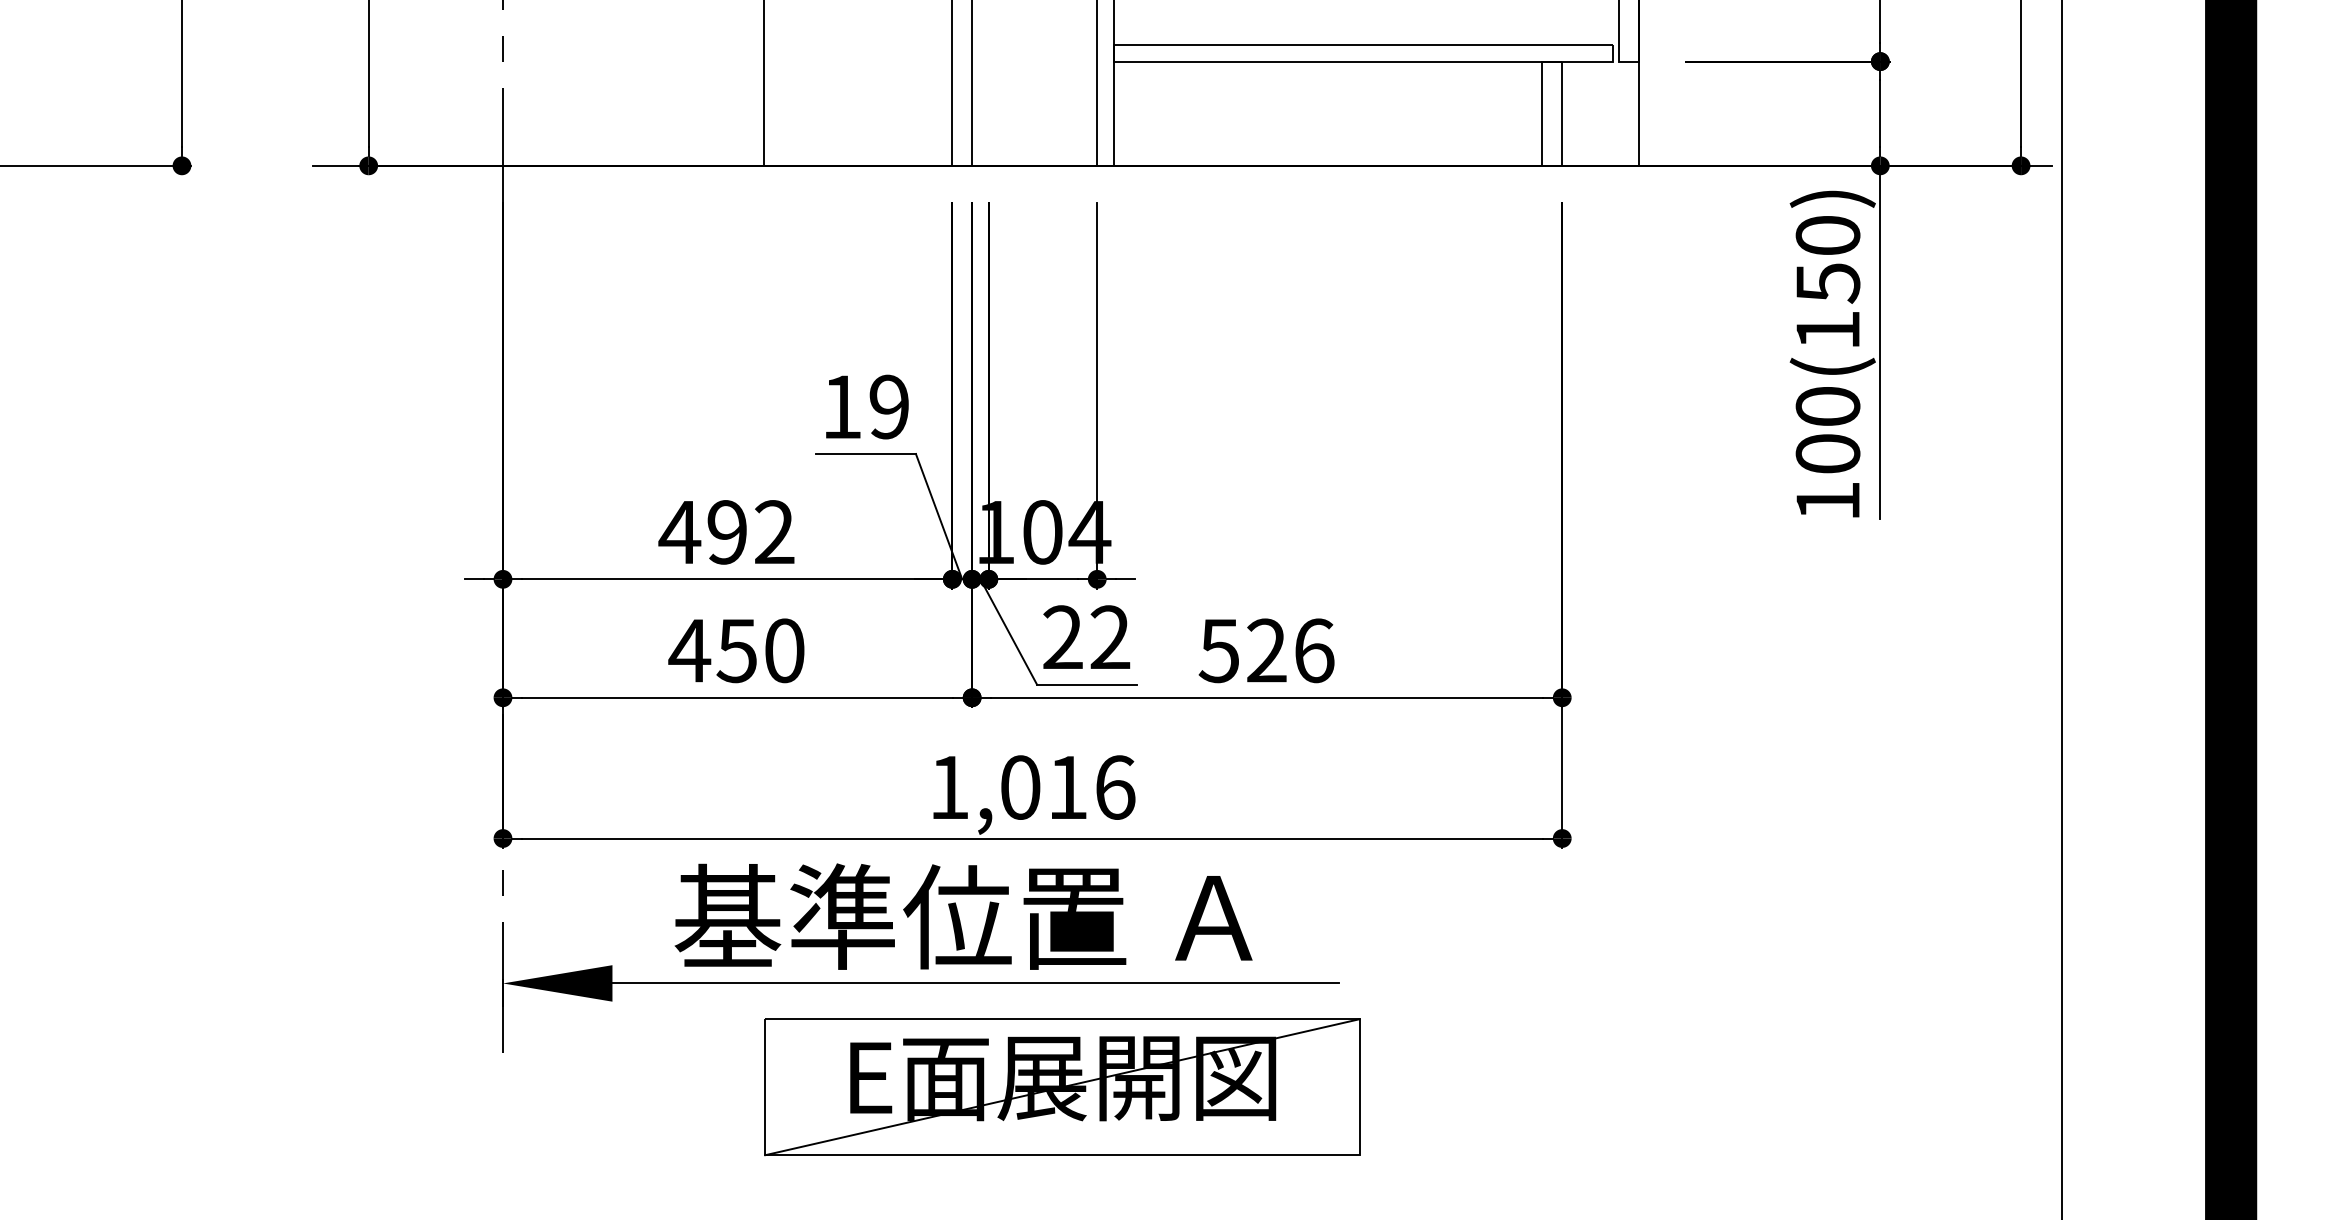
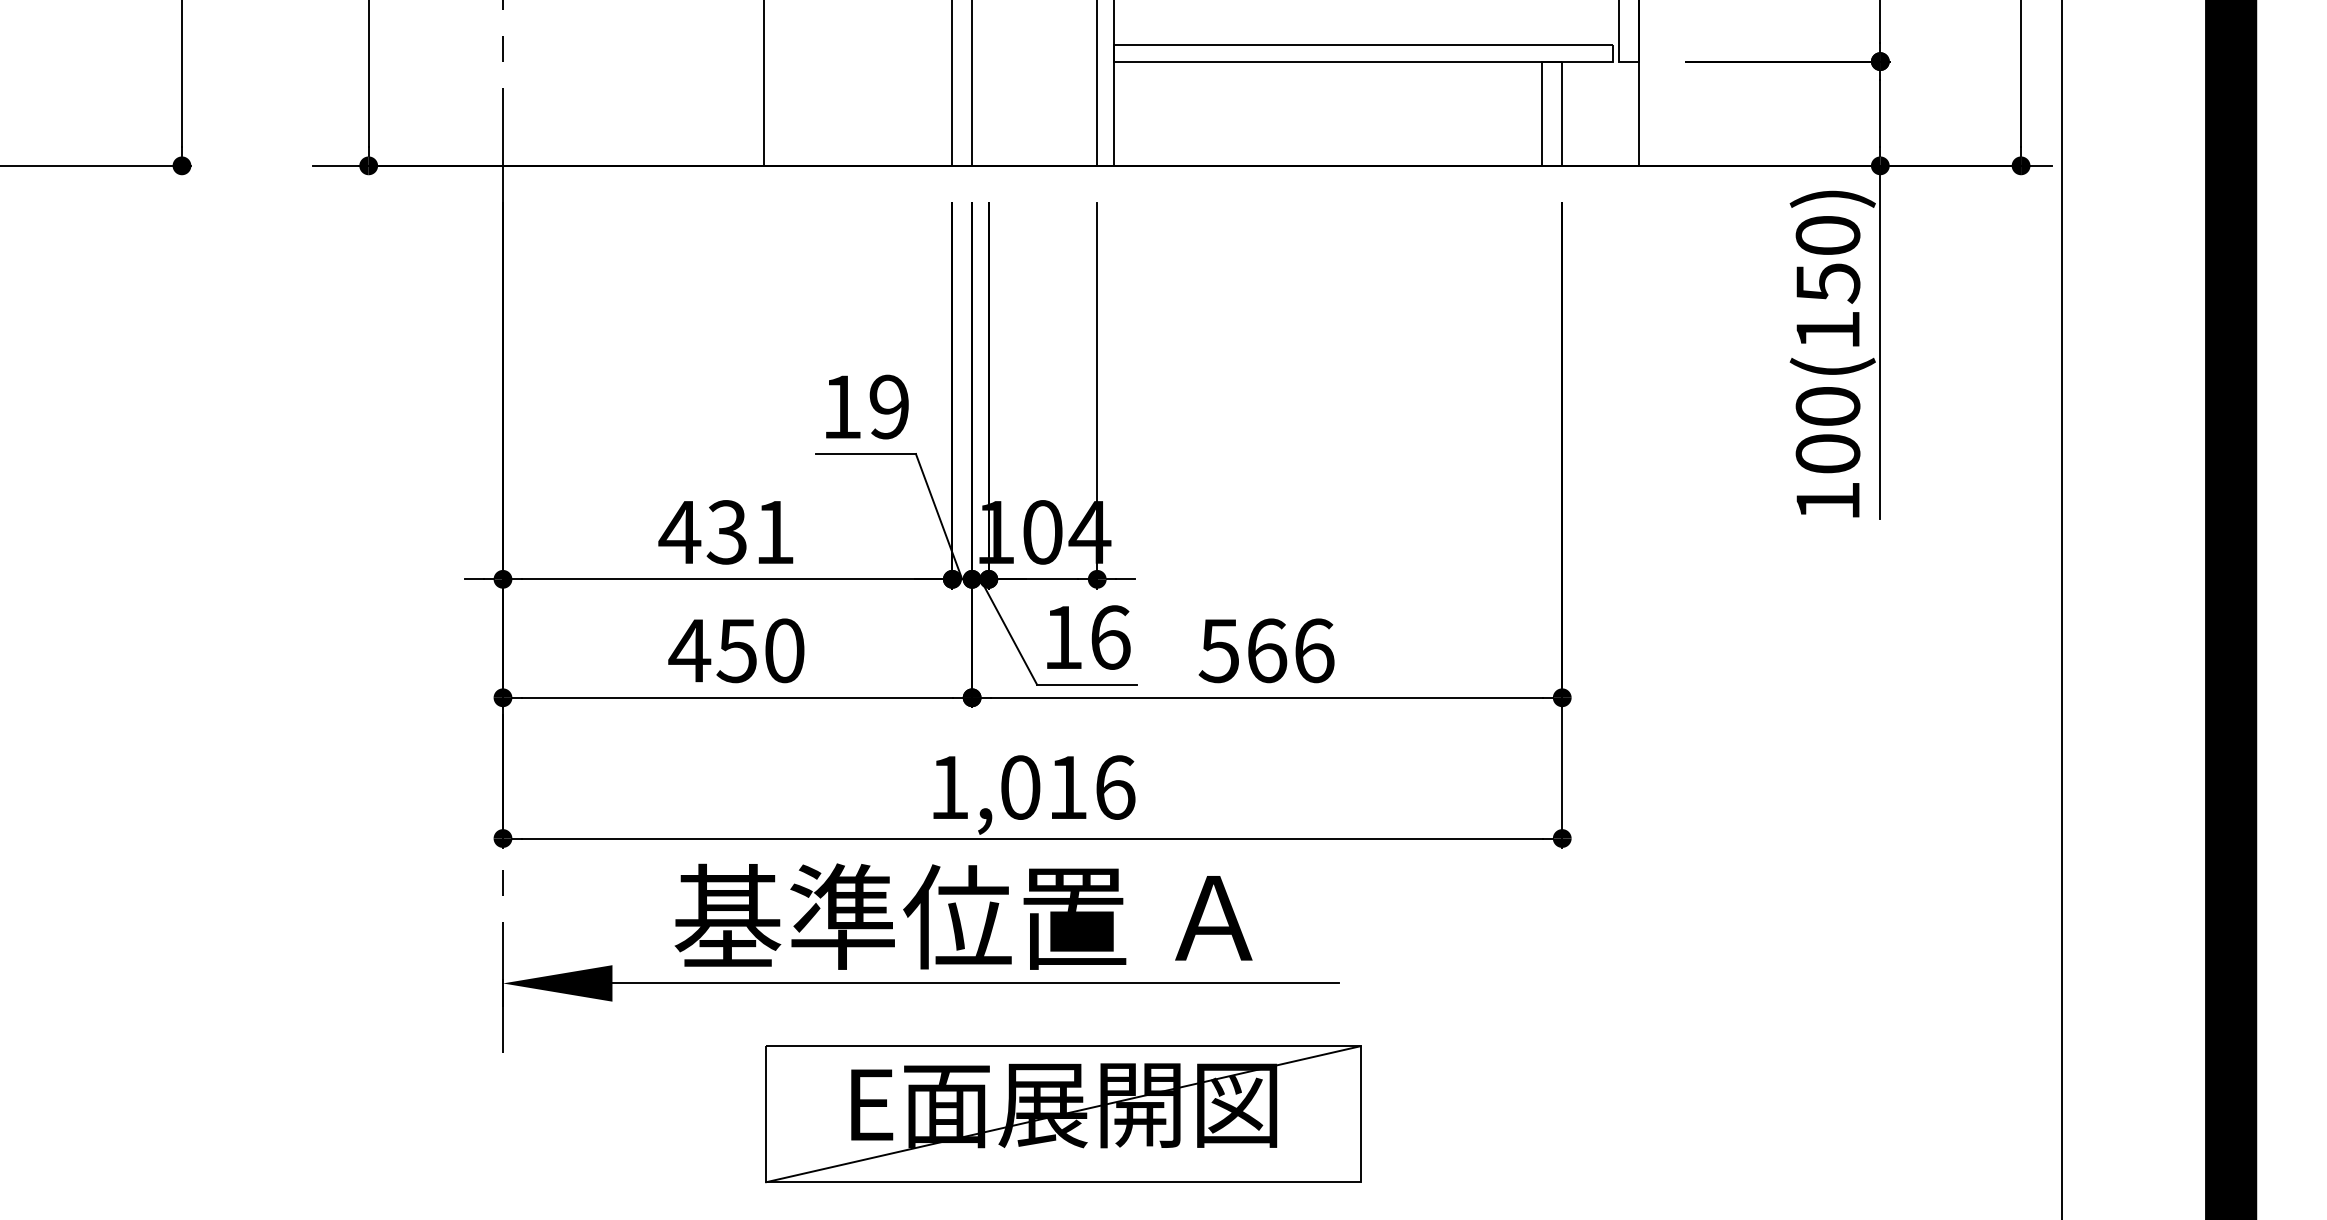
text at (750, 532): 492 -> 431
text at (1086, 637): 22 -> 16
text at (1267, 650): 526 -> 566
part at (1062, 1087) position: (1062, 1087) -> (1063, 1114)
